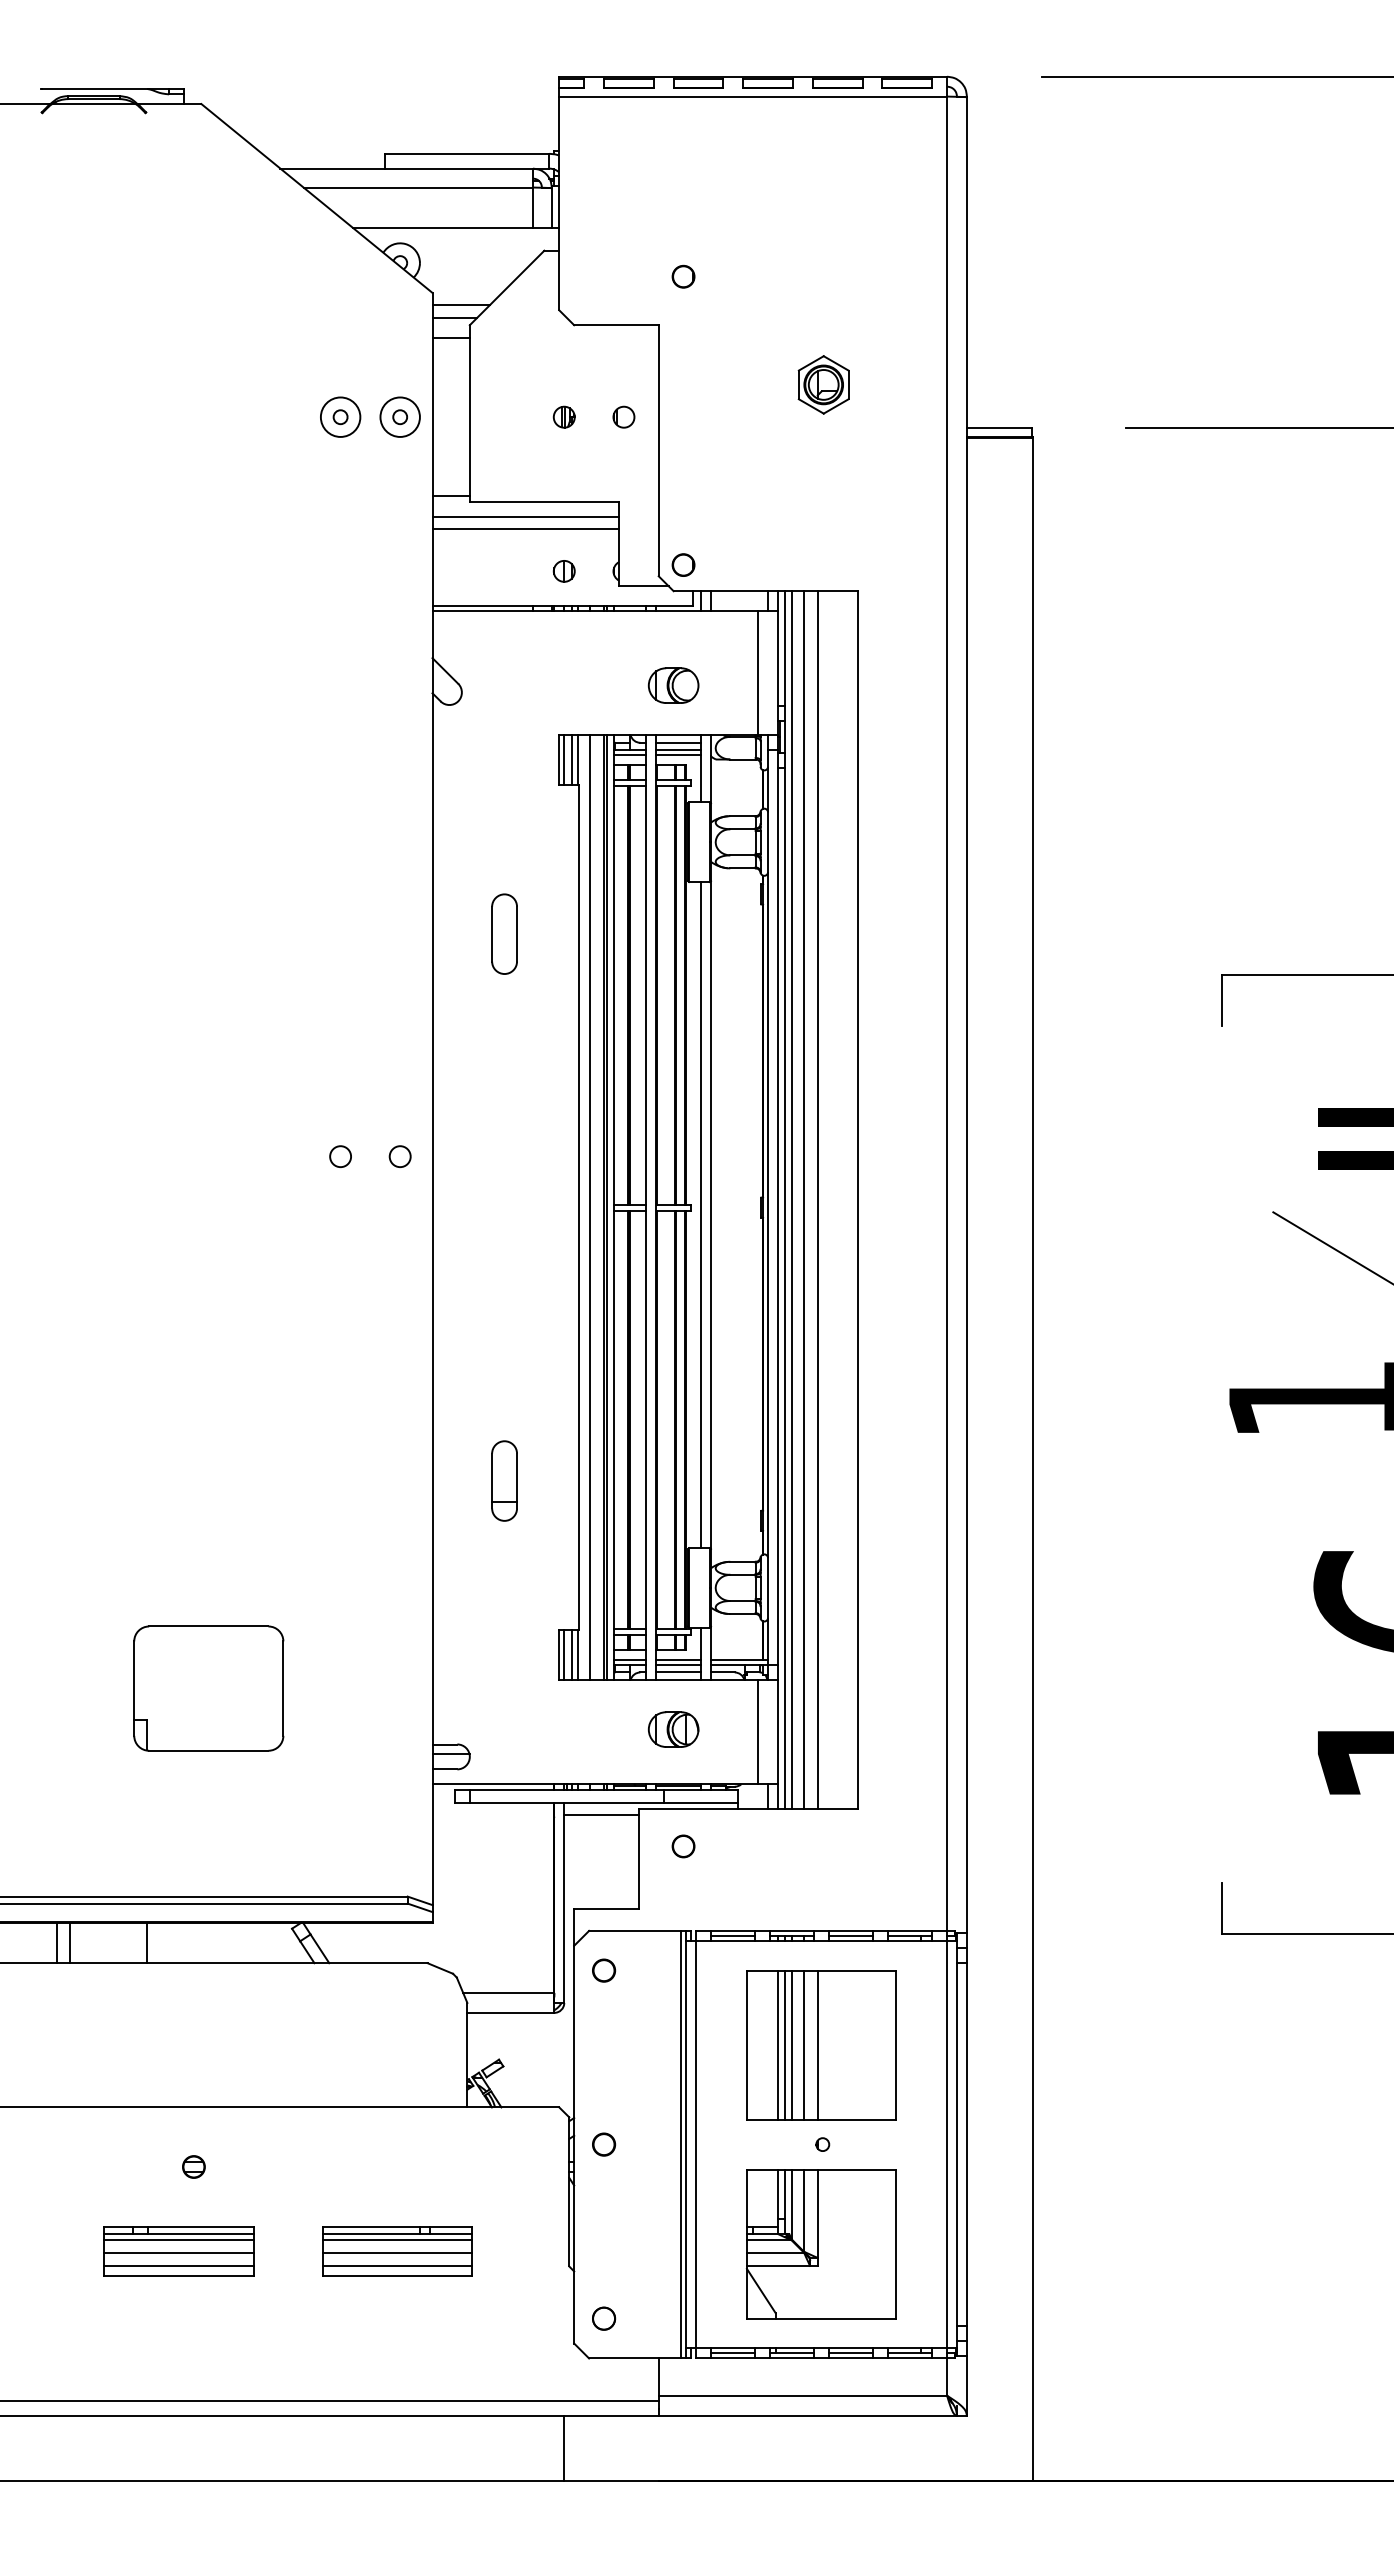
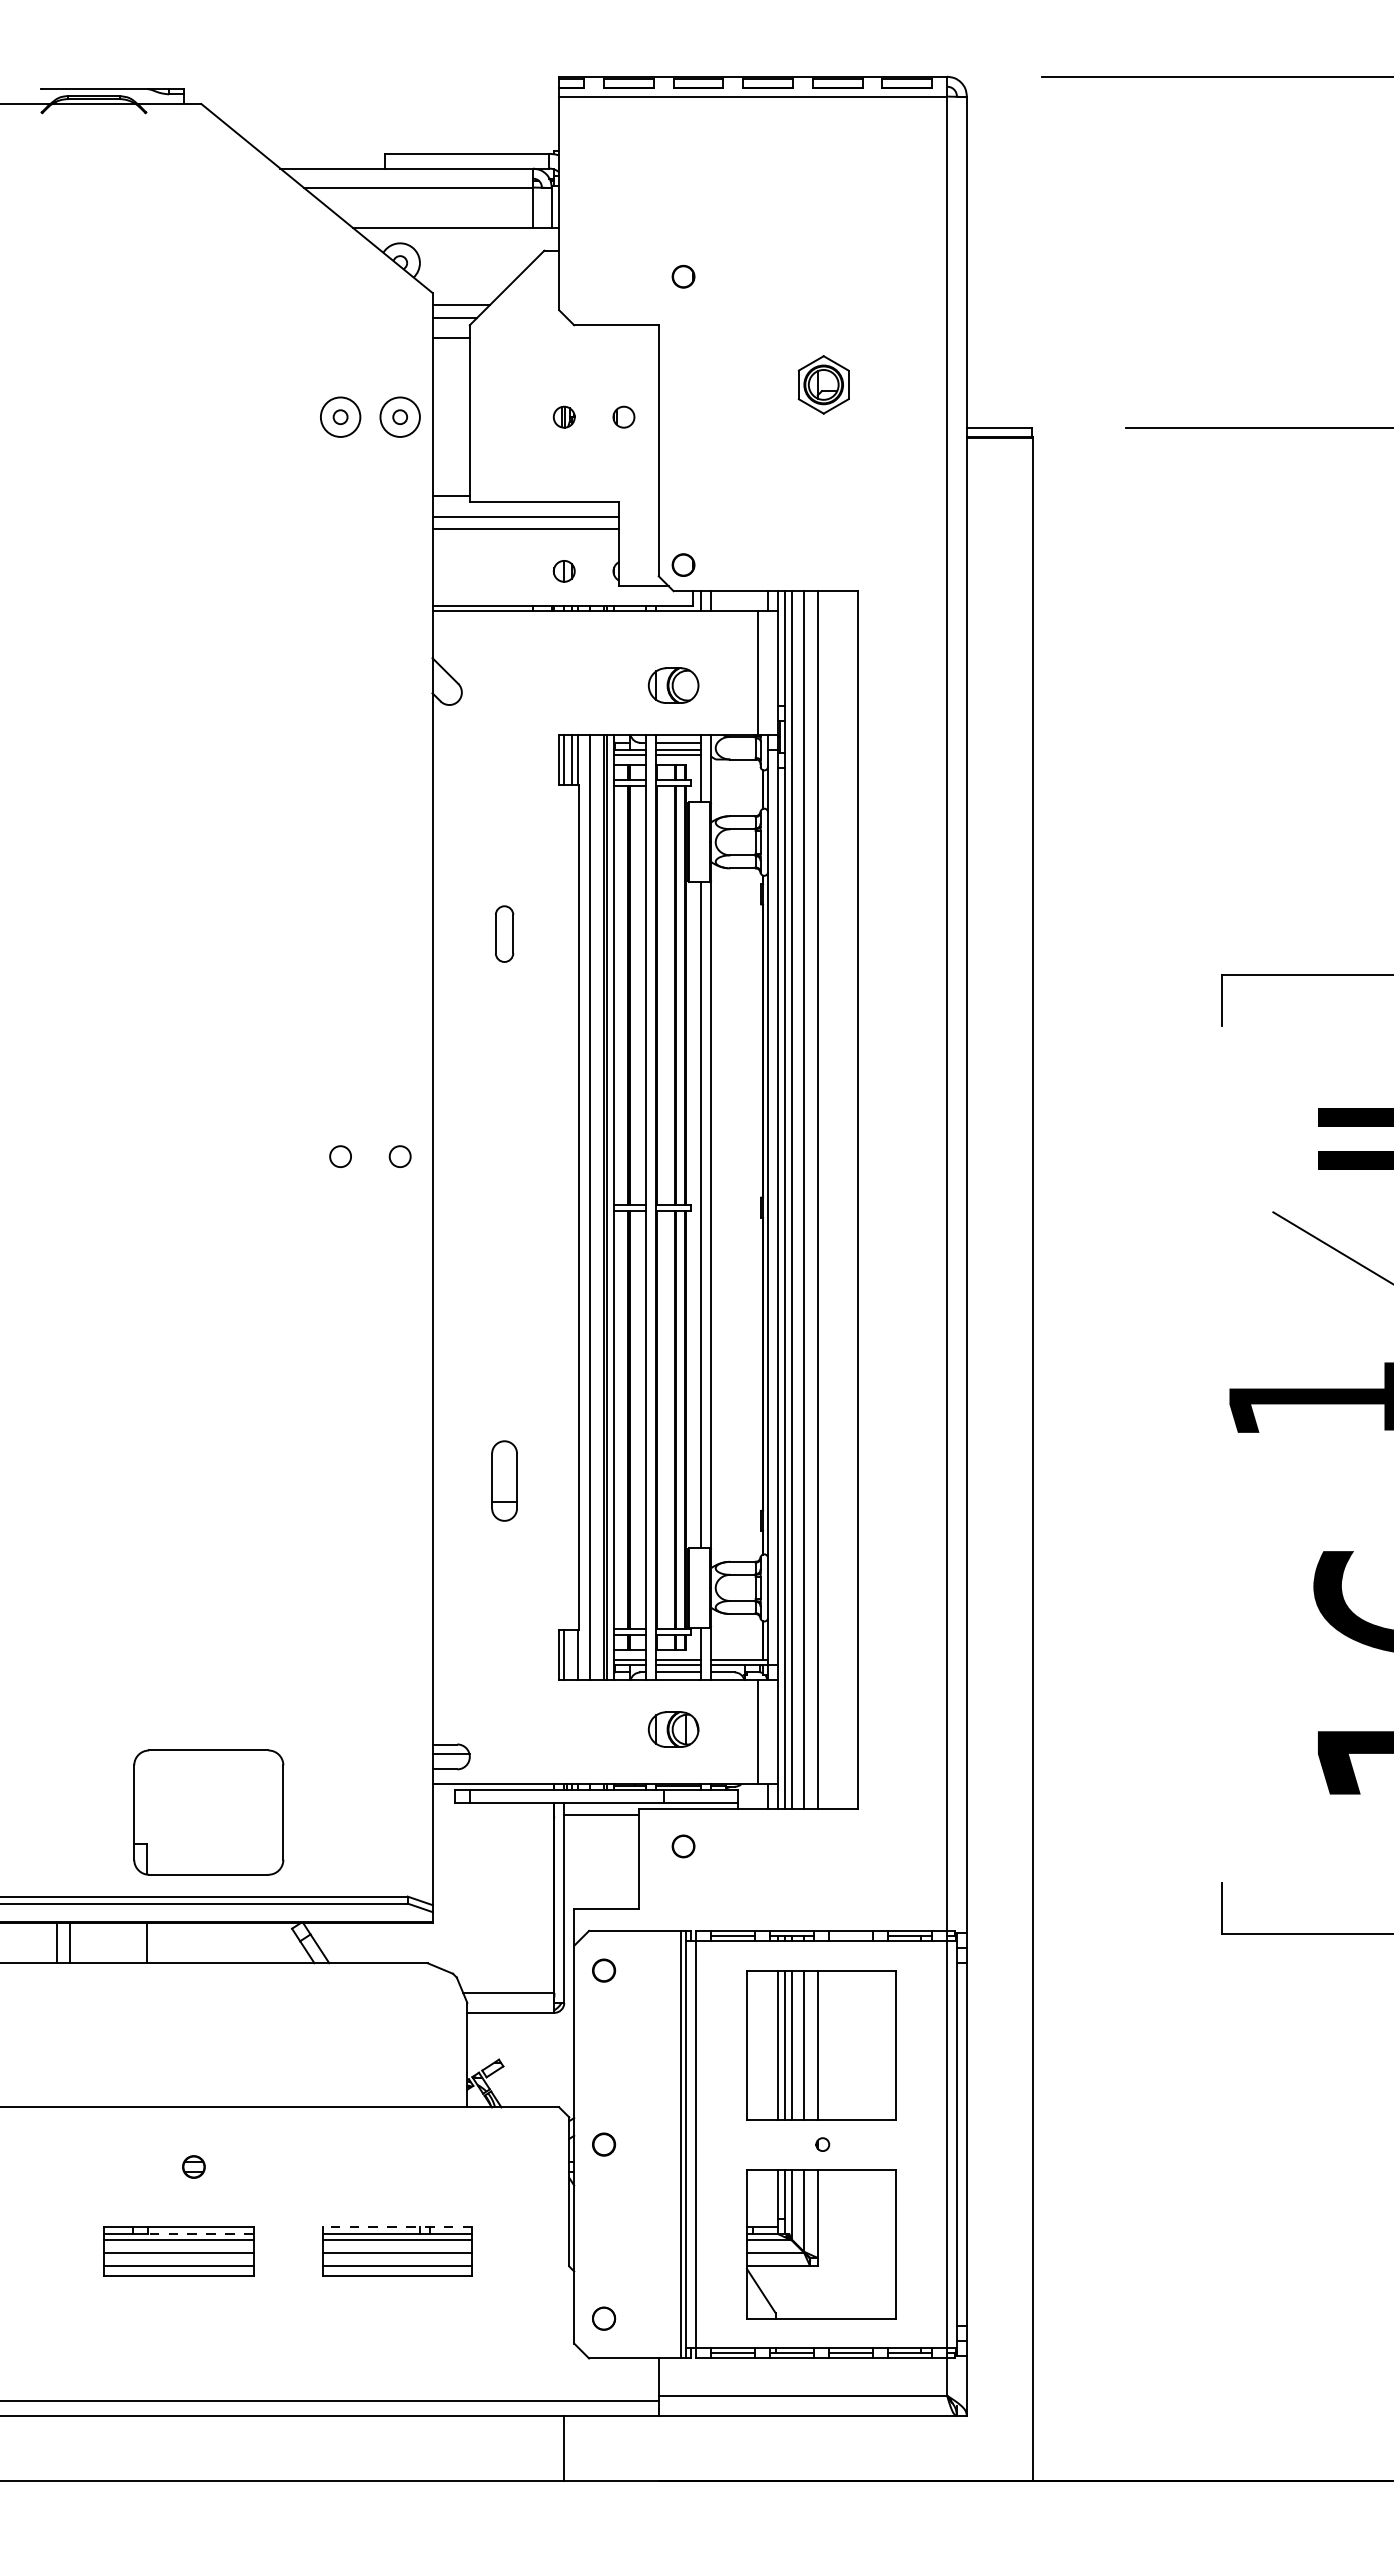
part at (504, 933) size: 27x82 px -> 20x58 px
line at (571, 1654): present -> none
part at (208, 1688) position: (208, 1688) -> (208, 1812)
line at (851, 1935): present -> none
line at (397, 2226): solid -> dashed
line at (200, 2234): solid -> dashed
